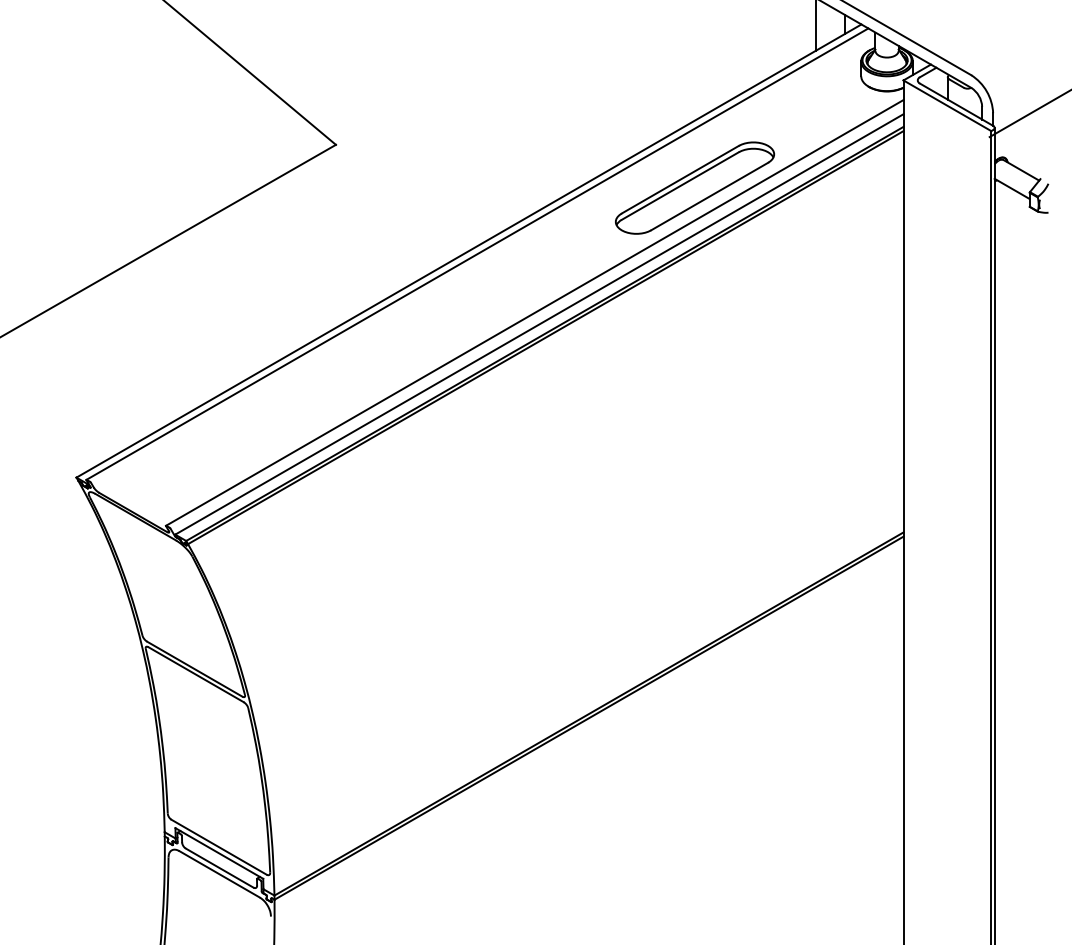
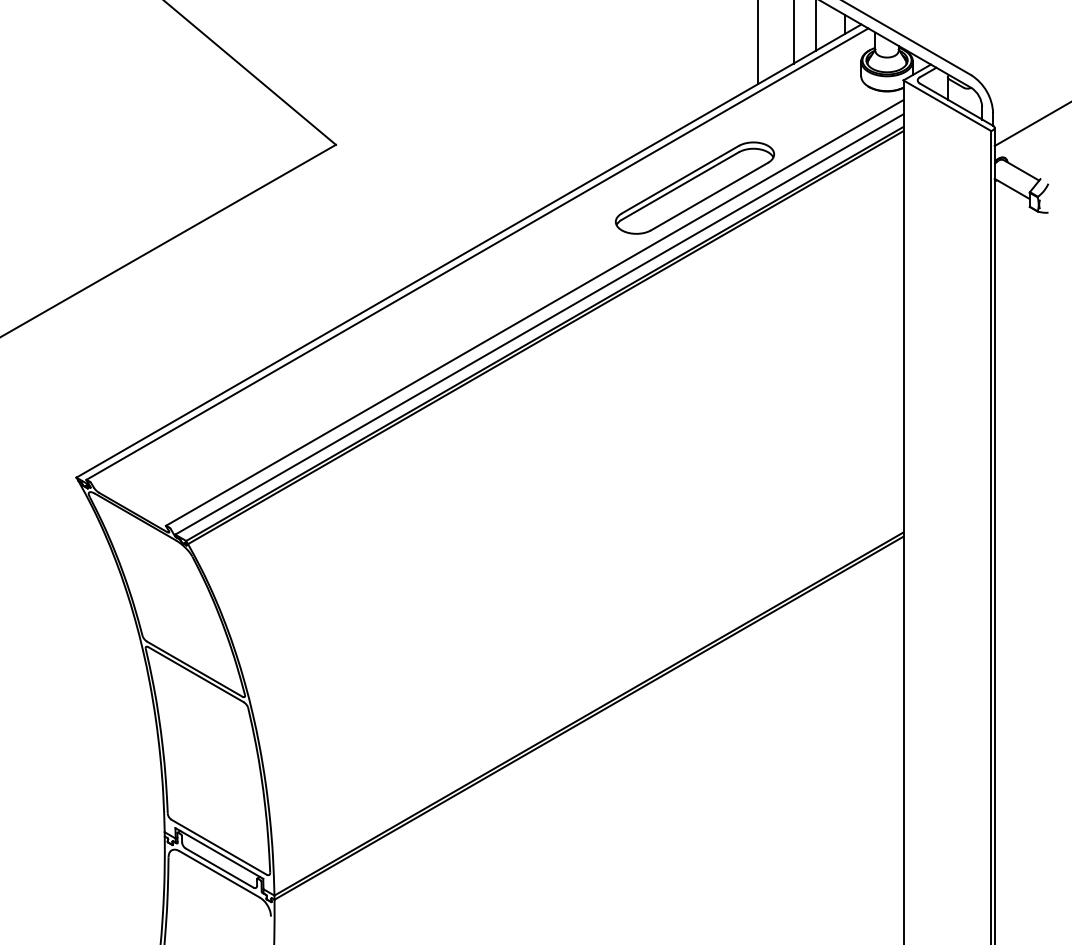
line at (793, 32): none -> present
line at (757, 43): none -> present
line at (1028, 114) position: (1028, 114) -> (1031, 124)
